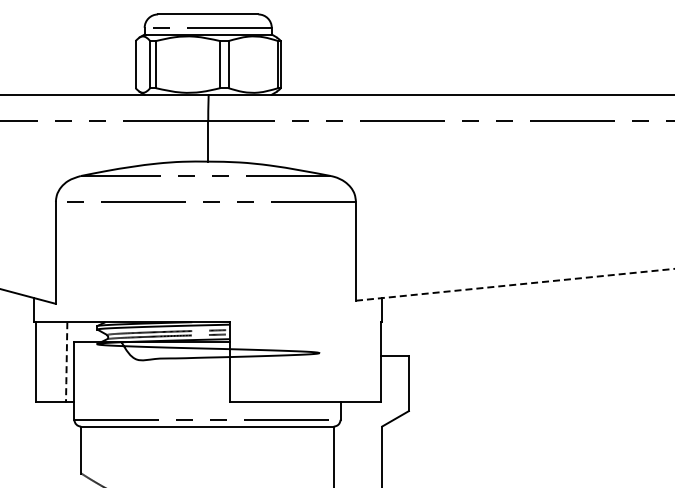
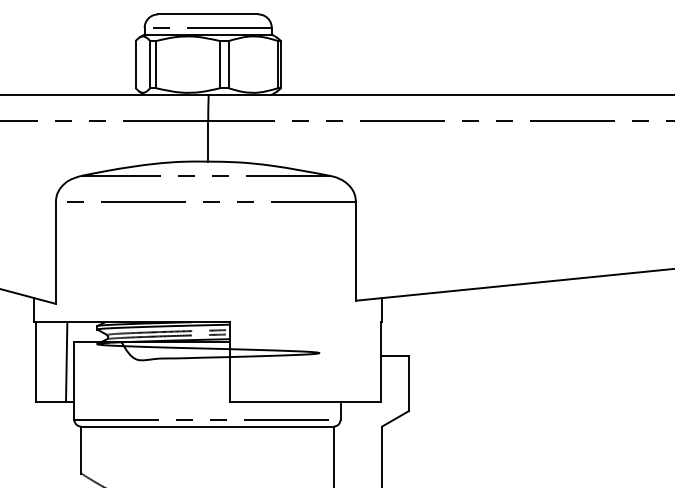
line at (515, 284): dashed -> solid
line at (66, 363): dashed -> solid
